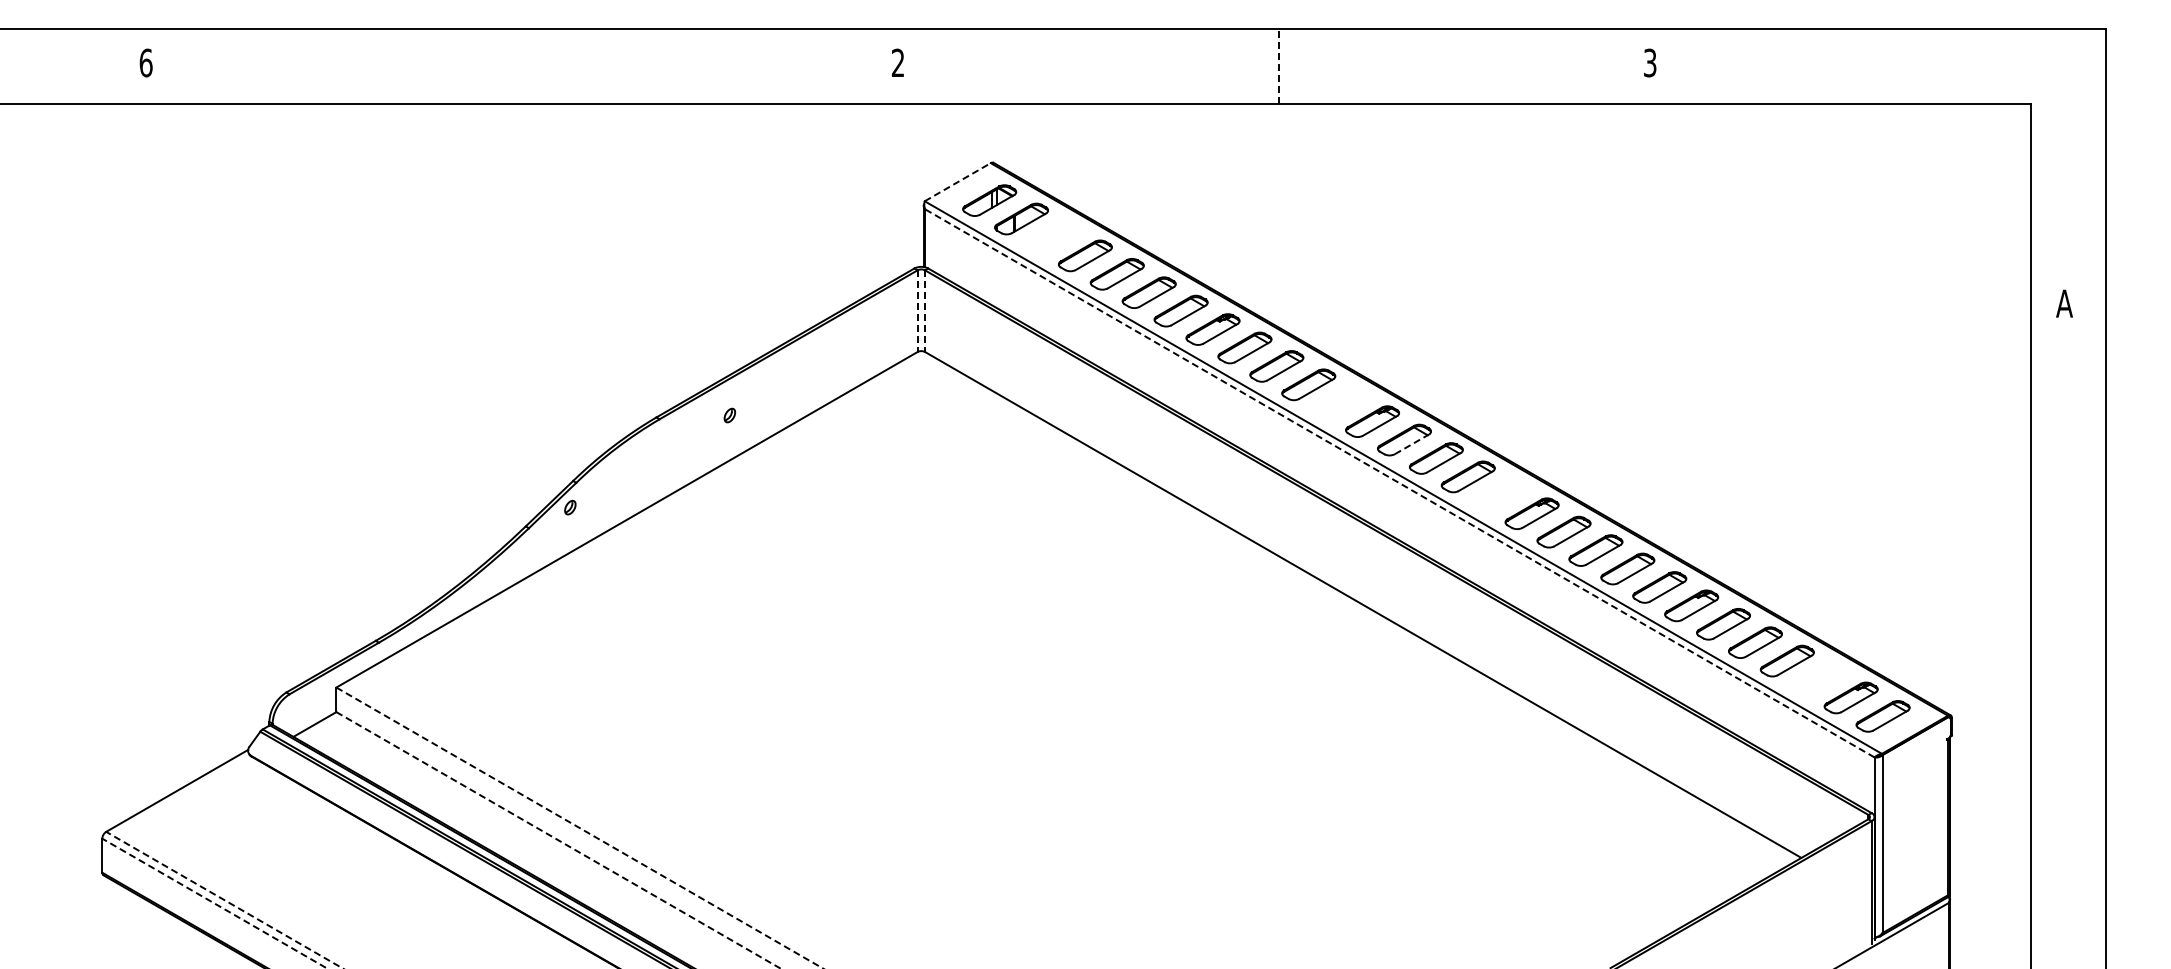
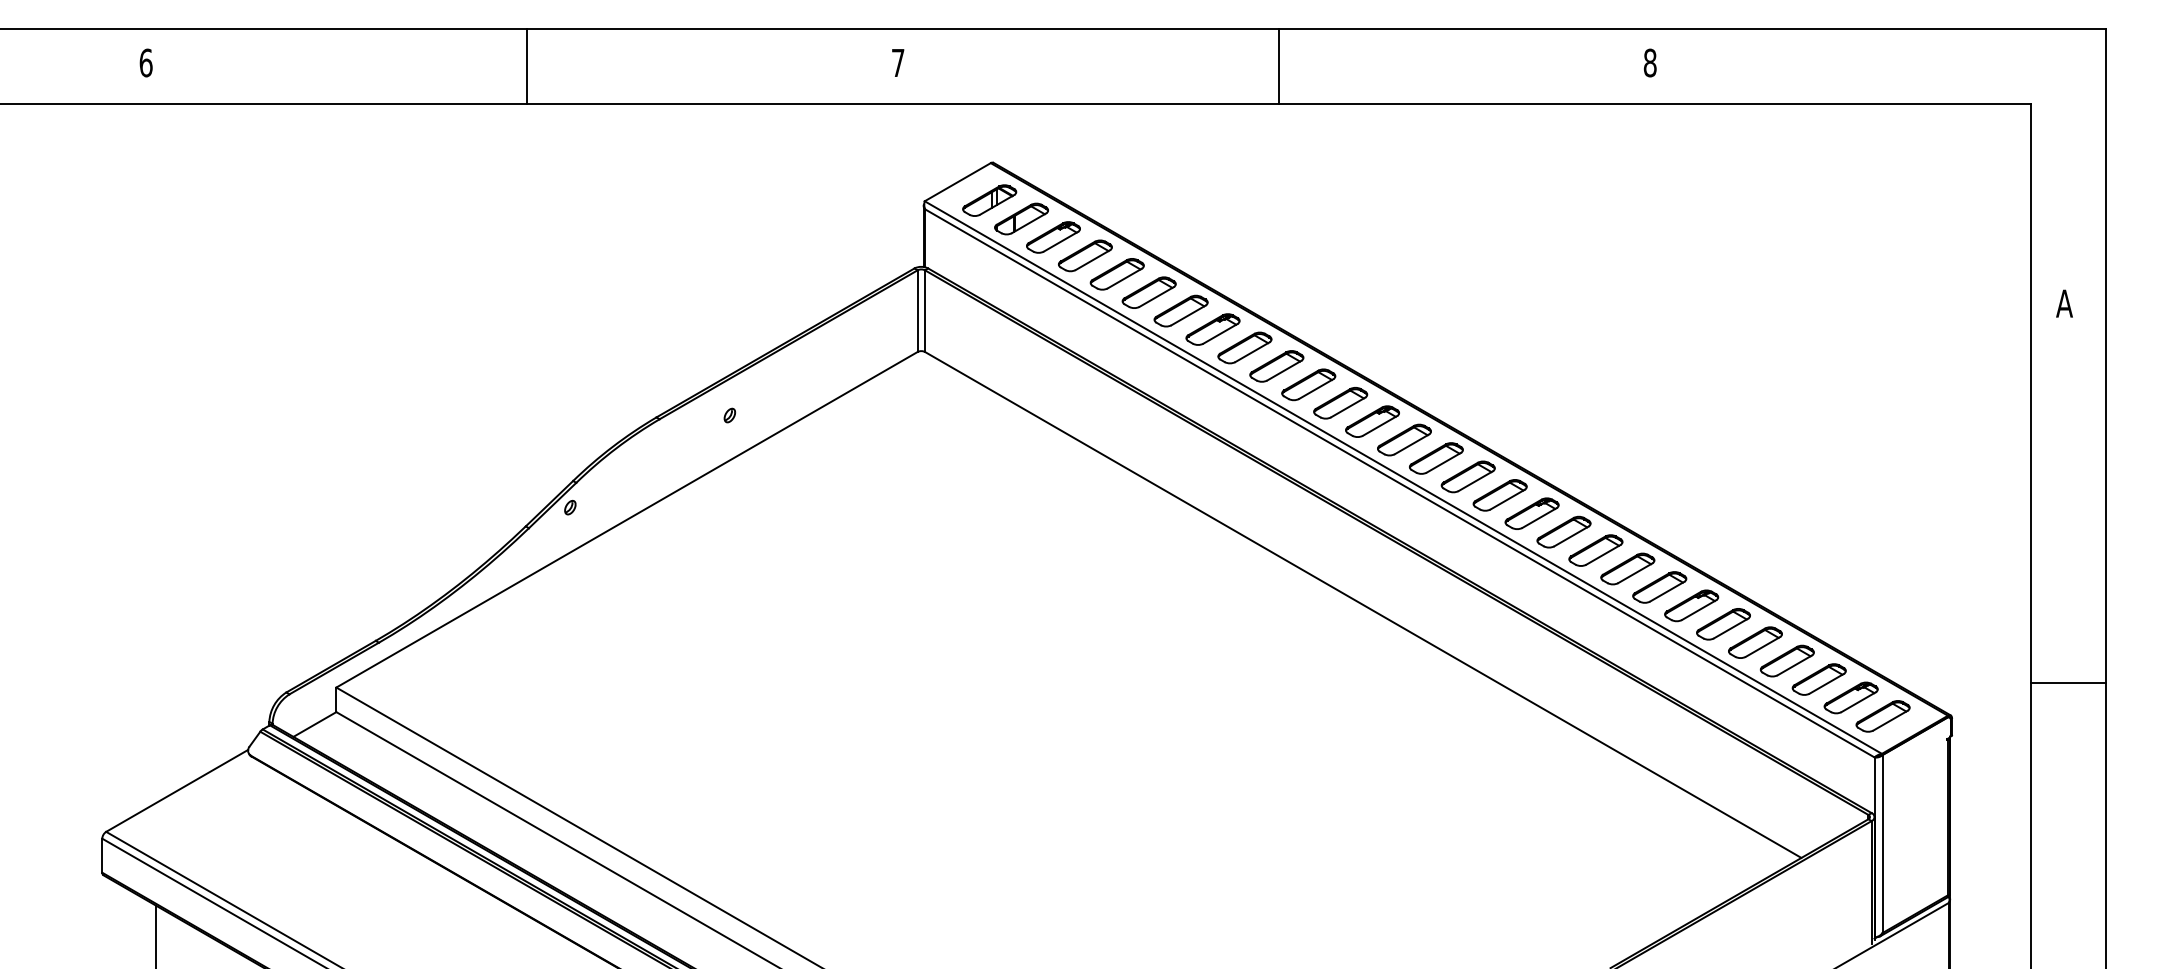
text at (898, 62): 2 -> 7
text at (1649, 62): 3 -> 8
line at (526, 66): none -> present
line at (1278, 66): dashed -> solid
line at (958, 181): dashed -> solid
part at (1053, 237): none -> present
line at (917, 311): dashed -> solid
line at (925, 311): dashed -> solid
part at (1340, 403): none -> present
line at (1411, 444): dashed -> solid
line at (1399, 483): dashed -> solid
part at (1499, 495): none -> present
part at (1818, 679): none -> present
line at (2067, 683): none -> present
line at (580, 828): dashed -> solid
line at (558, 840): dashed -> solid
line at (224, 900): dashed -> solid
line at (214, 903): dashed -> solid
line at (156, 935): none -> present
